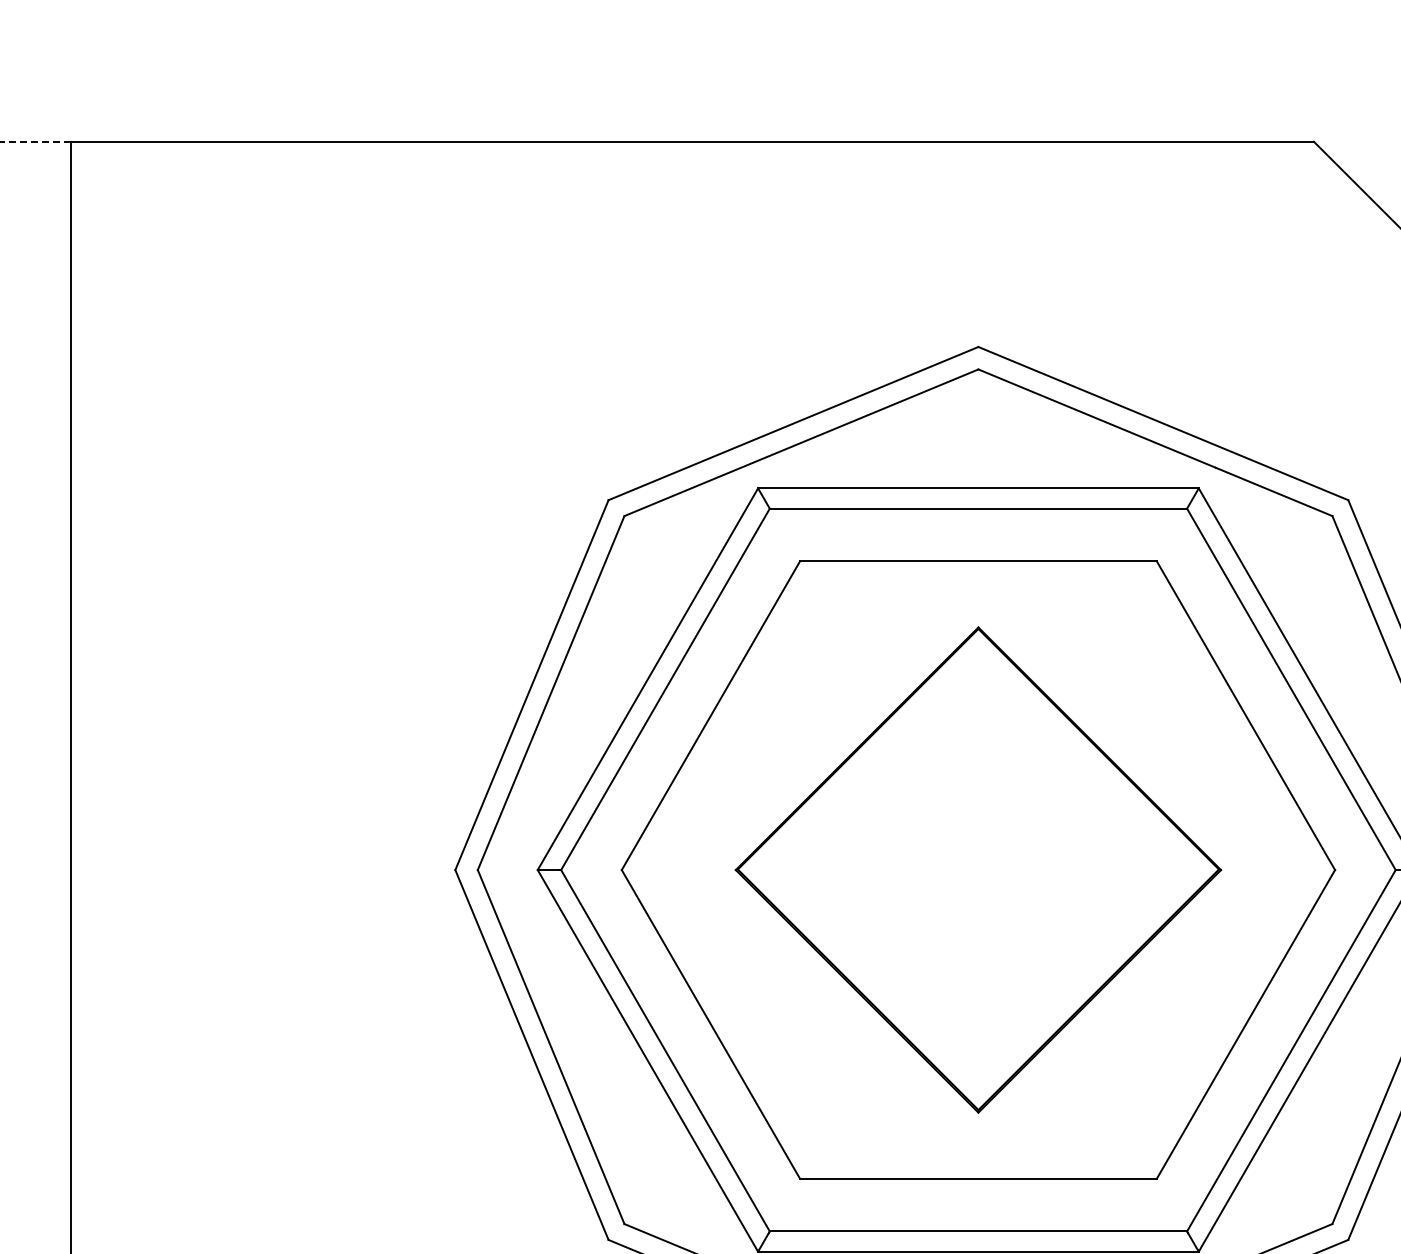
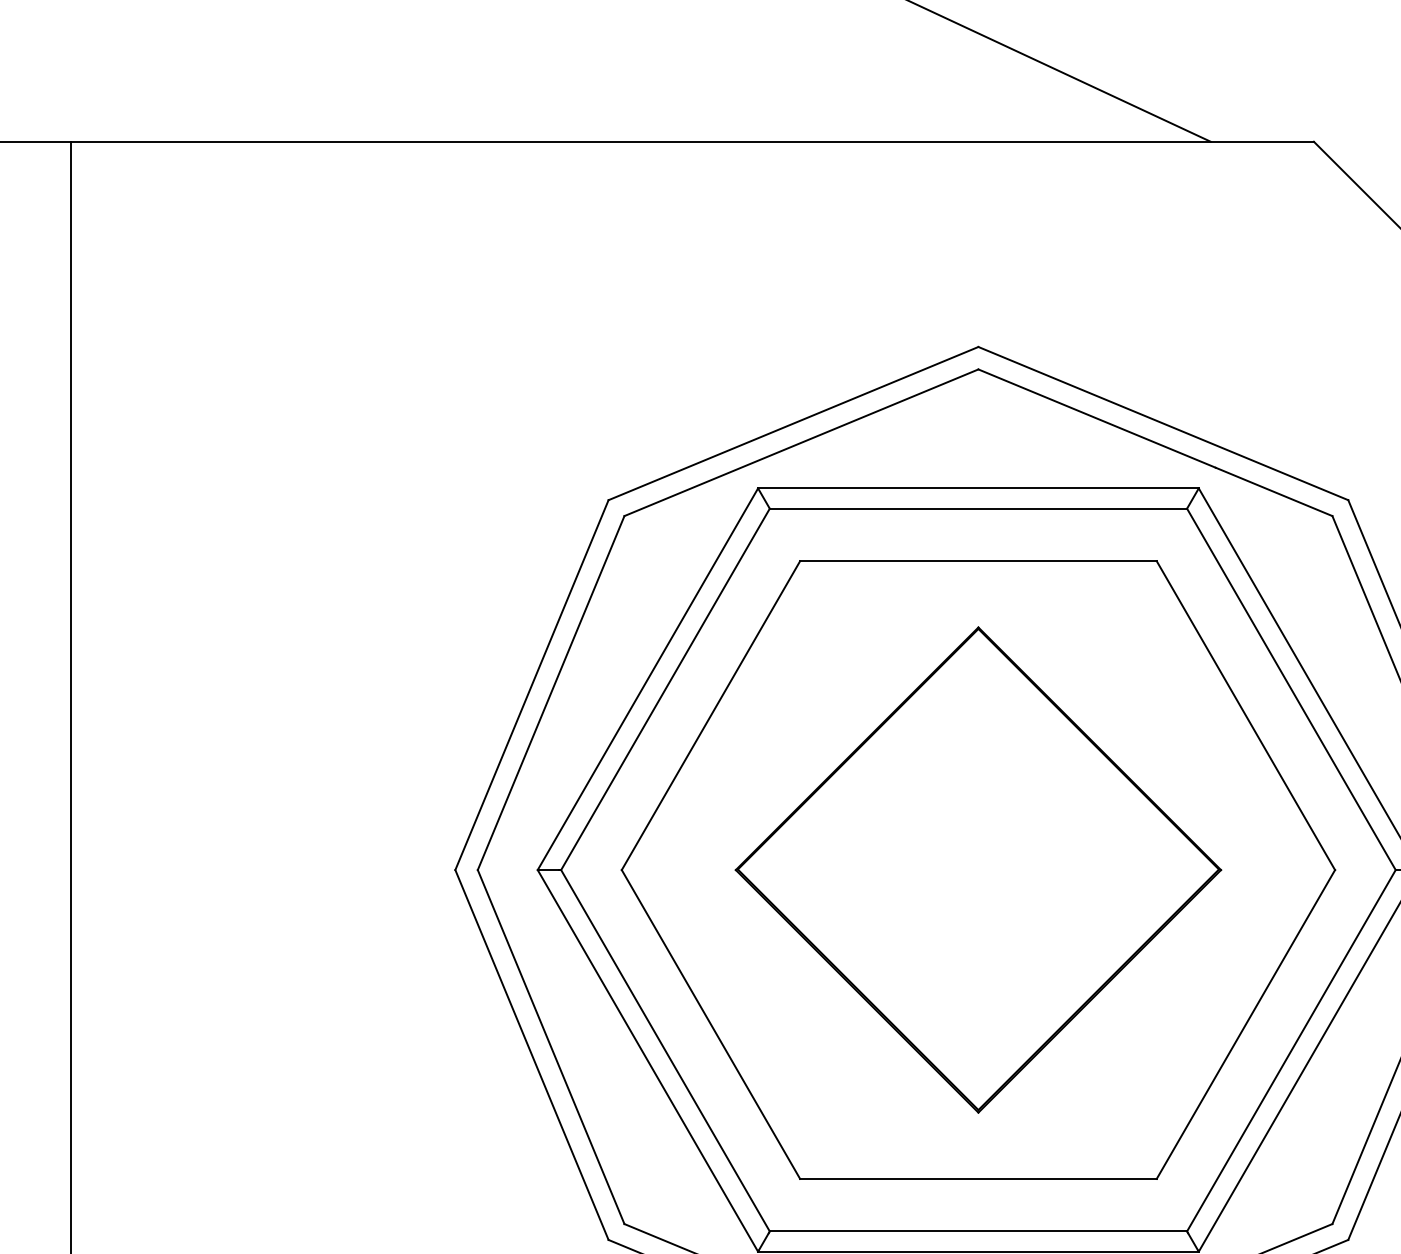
line at (1060, 71): none -> present
line at (35, 141): dashed -> solid
